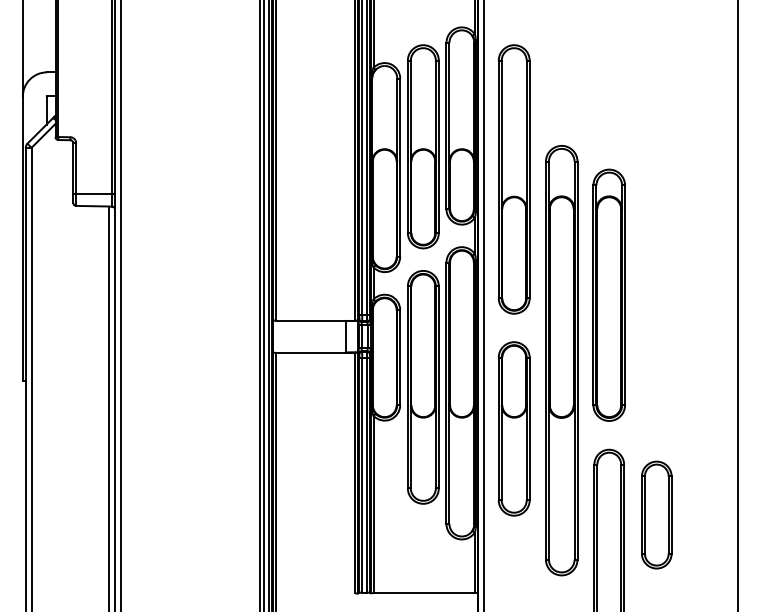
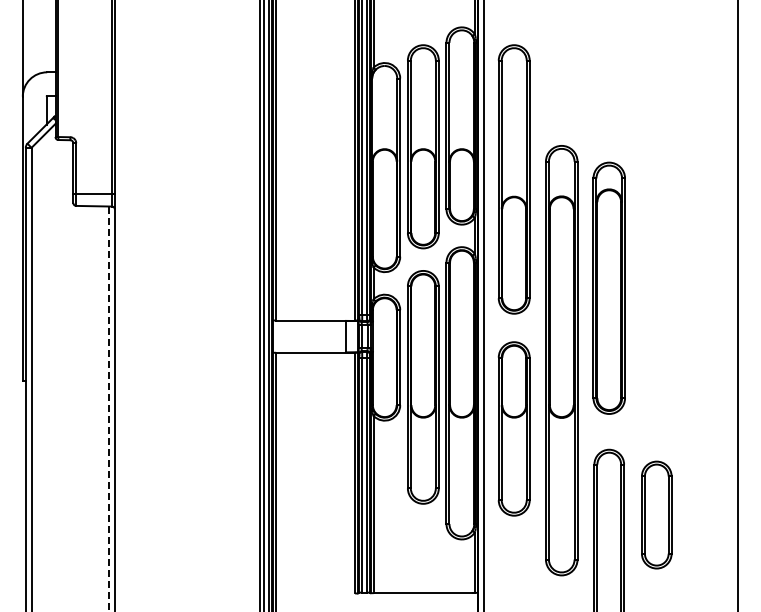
part at (608, 294) position: (608, 294) -> (608, 287)
line at (120, 305): present -> none
line at (109, 409): solid -> dashed
